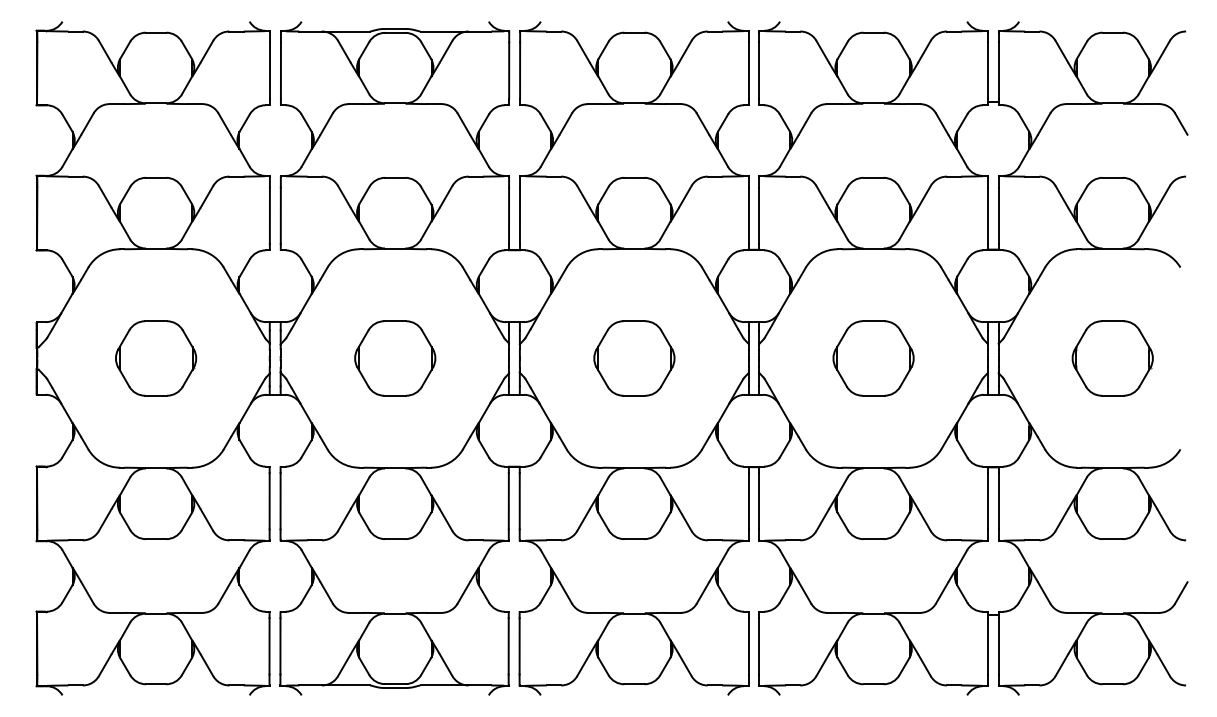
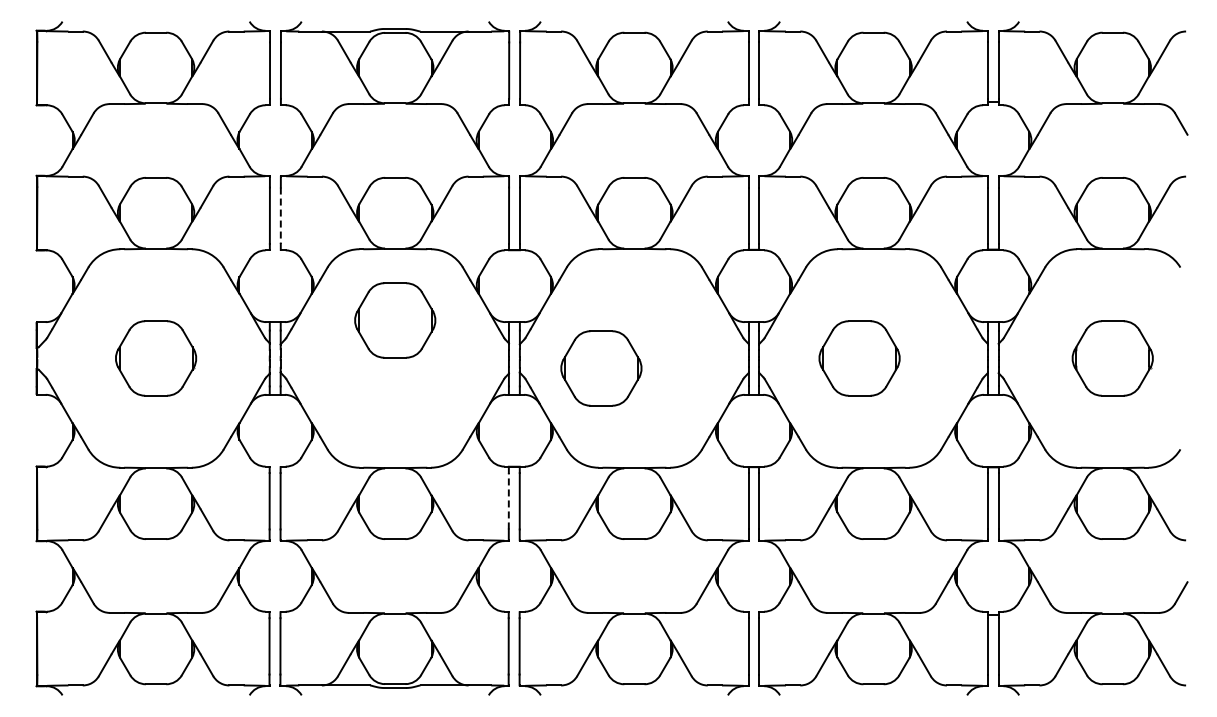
line at (280, 216): solid -> dashed
part at (395, 358) position: (395, 358) -> (395, 320)
part at (634, 358) position: (634, 358) -> (601, 368)
part at (873, 358) position: (873, 358) -> (859, 358)
line at (508, 500): solid -> dashed
